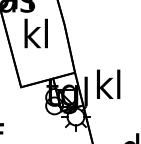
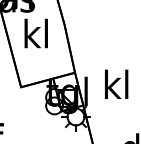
text at (108, 83) position: (108, 83) -> (116, 83)
